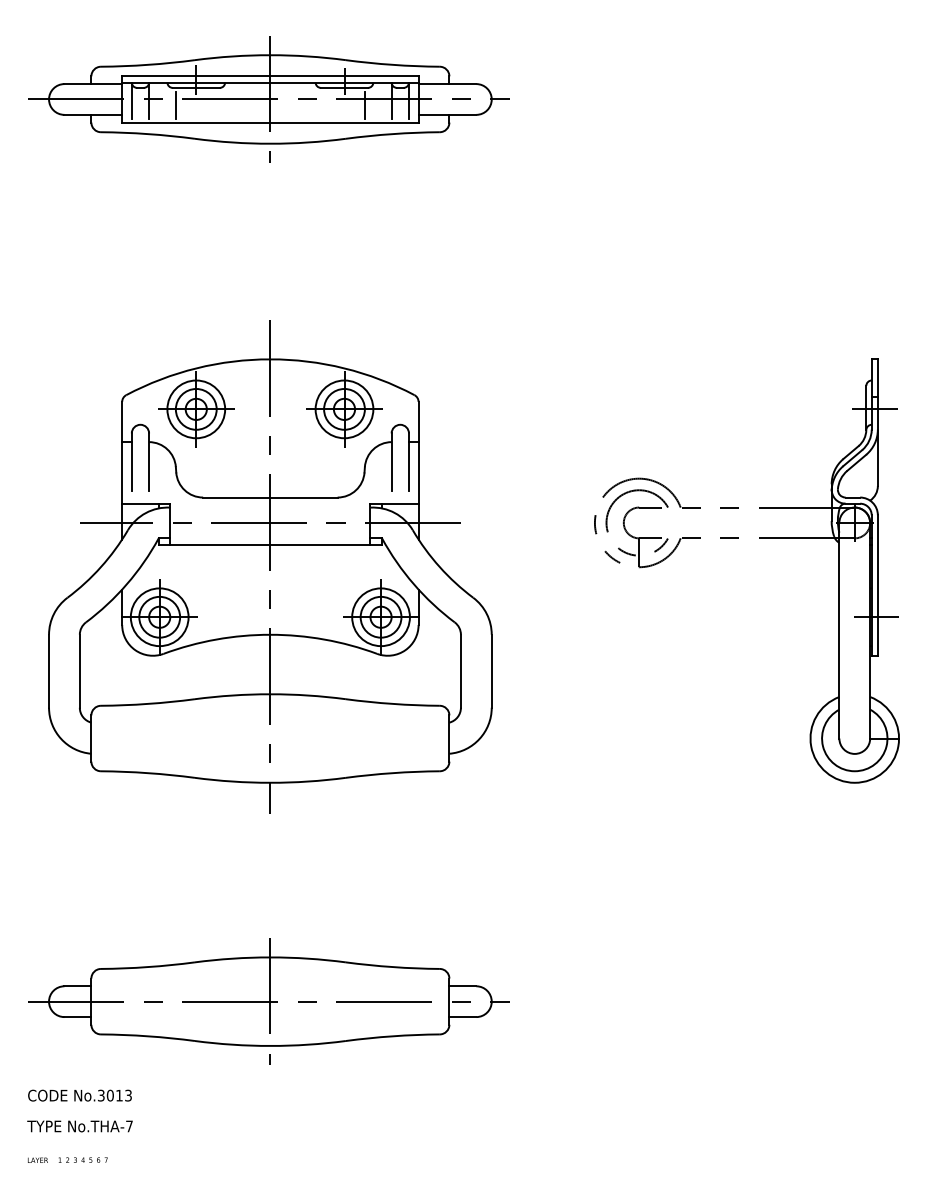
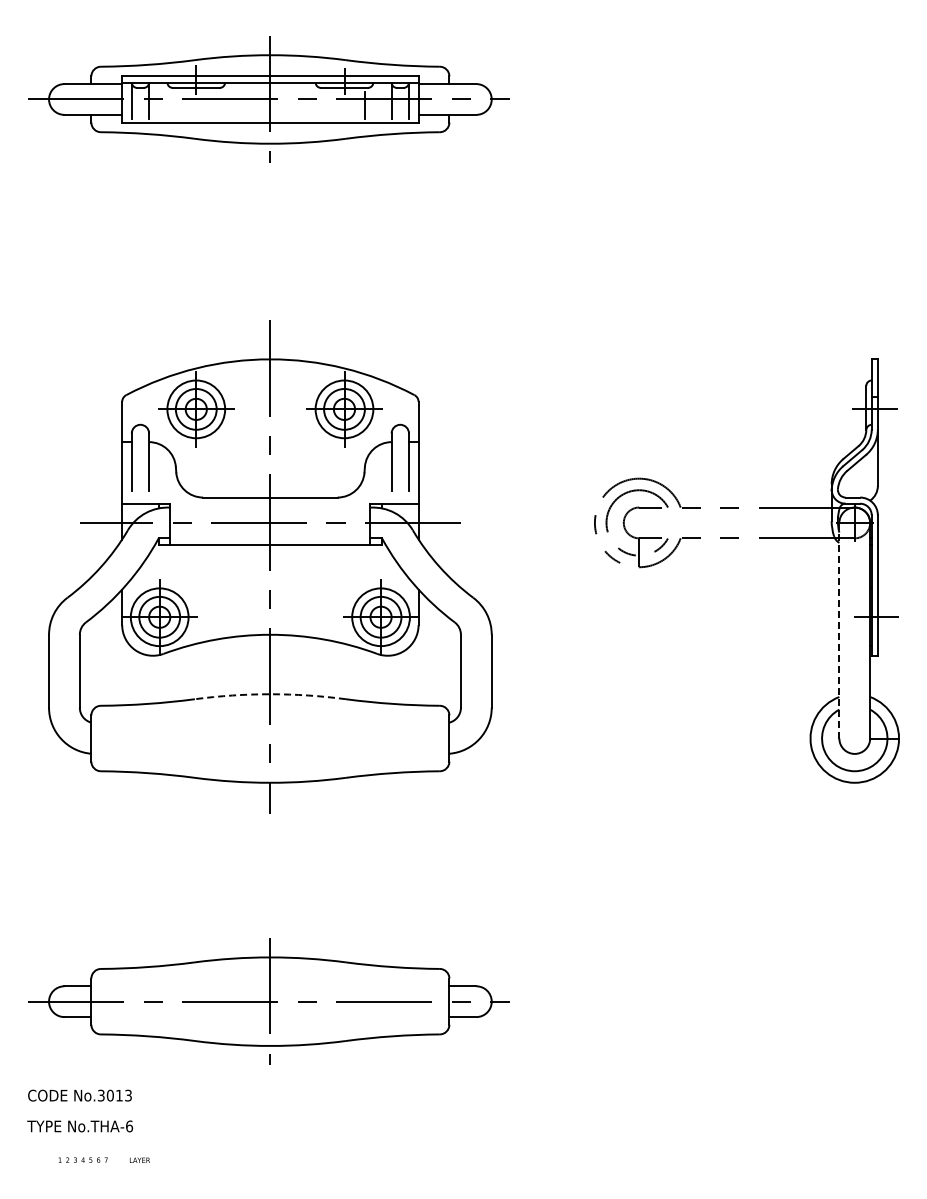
line at (175, 104): present -> none
line at (839, 630): solid -> dashed
arc at (270, 694): solid -> dashed
text at (129, 1126): No.THA-7 -> No.THA-6
text at (37, 1159) position: (37, 1159) -> (139, 1159)
